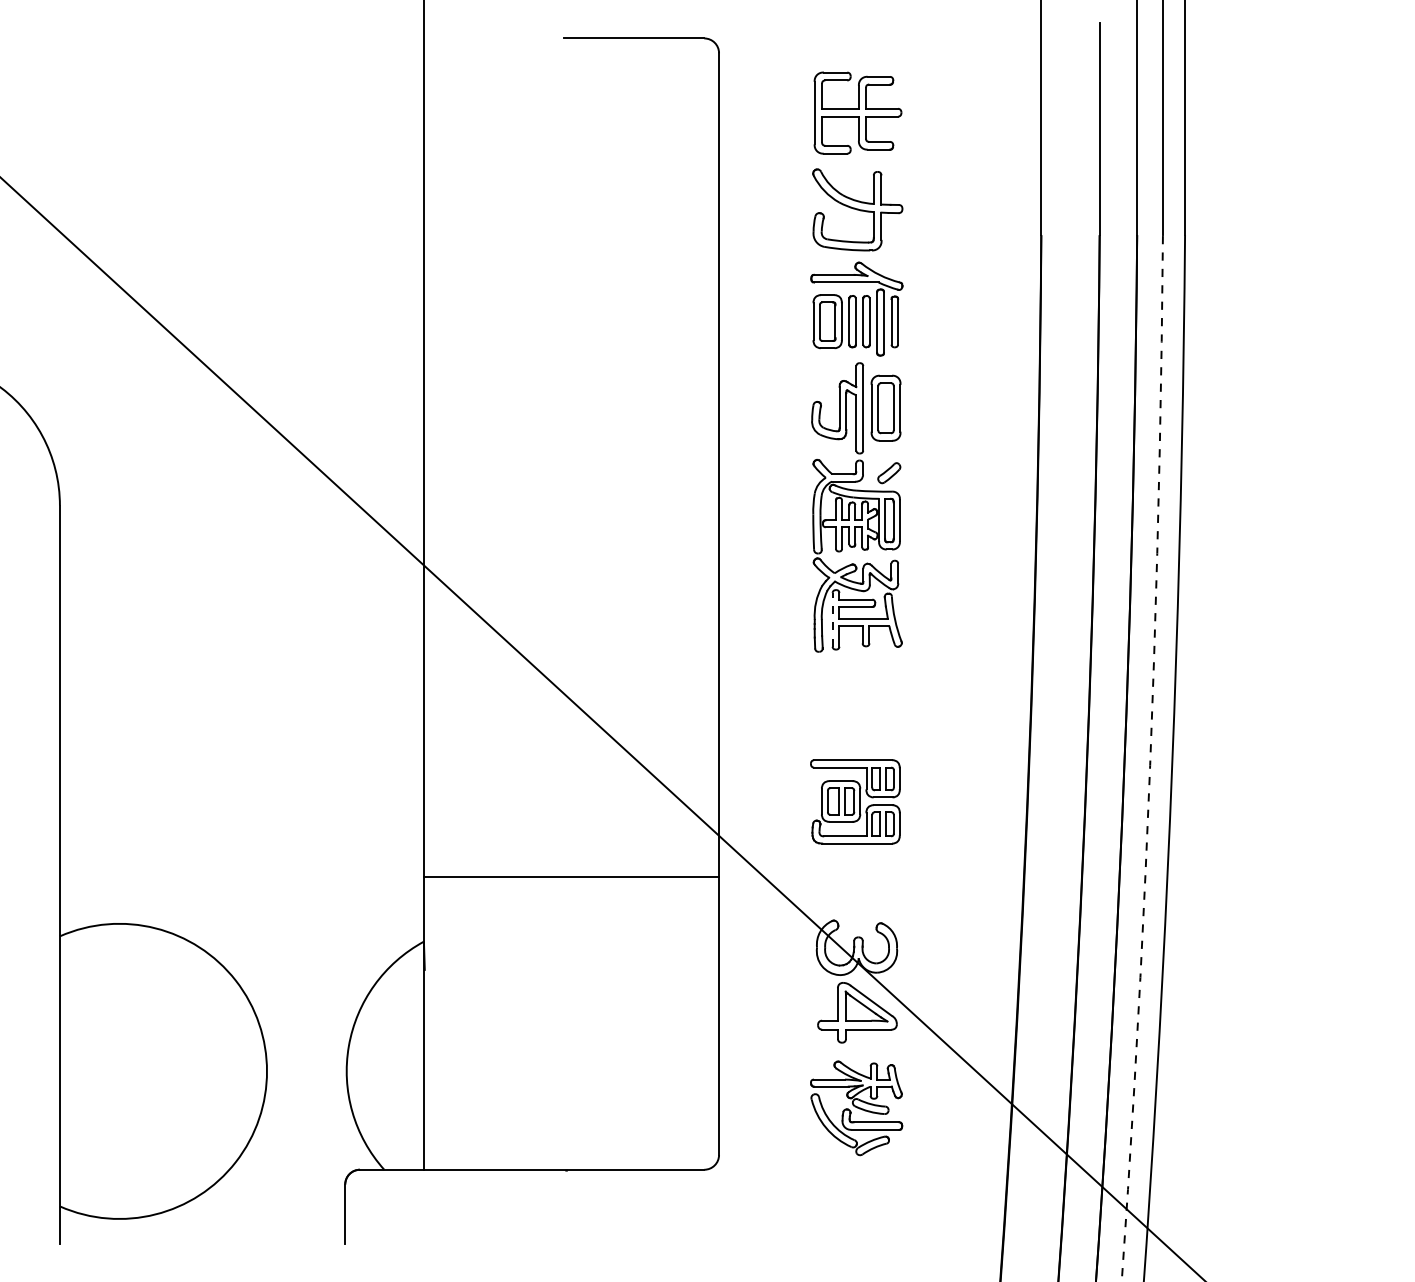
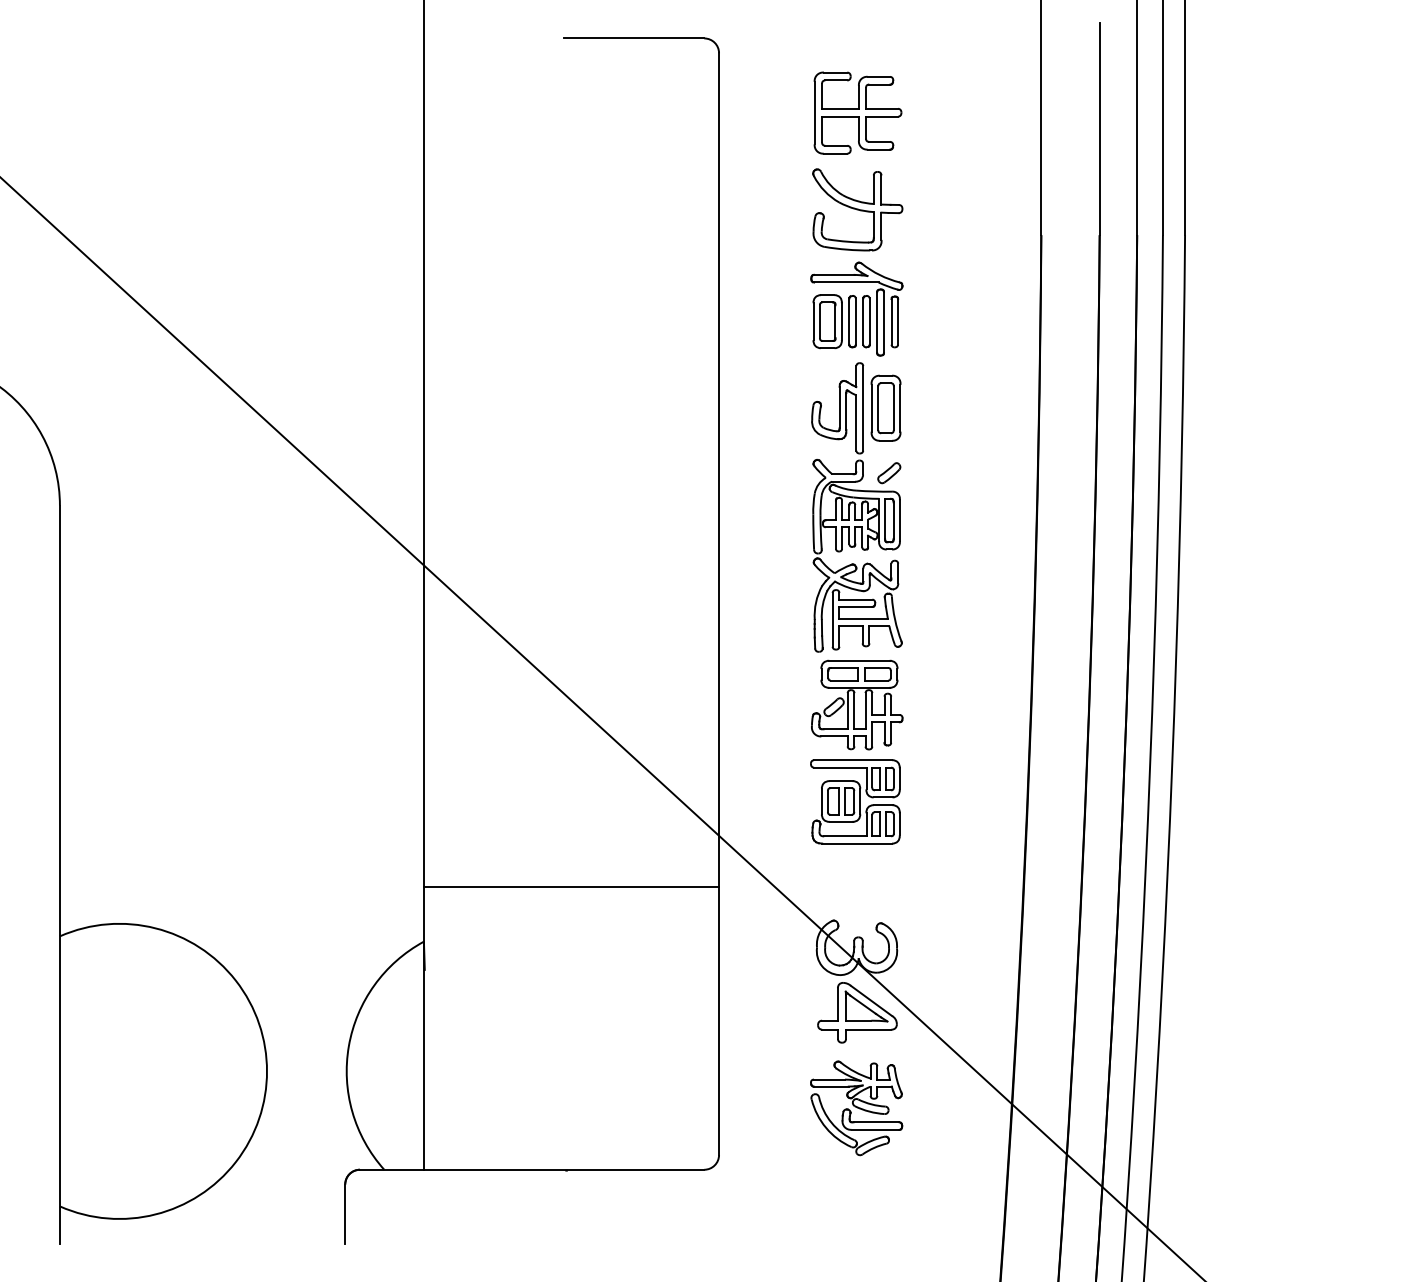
line at (832, 619): dashed -> solid
part at (857, 704): none -> present
arc at (1150, 758): dashed -> solid
line at (571, 876) position: (571, 876) -> (571, 886)
